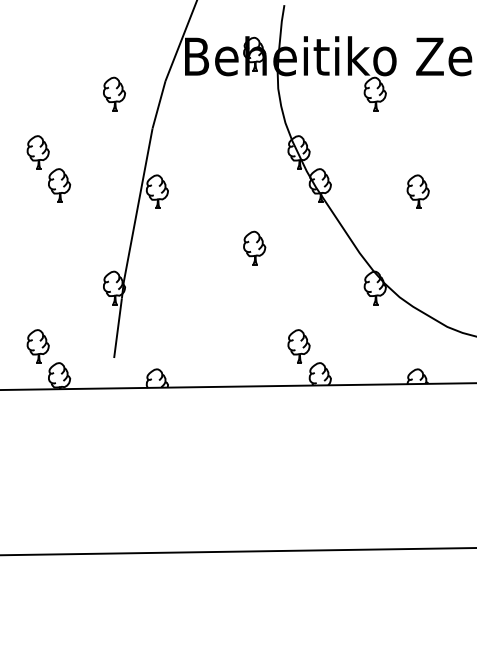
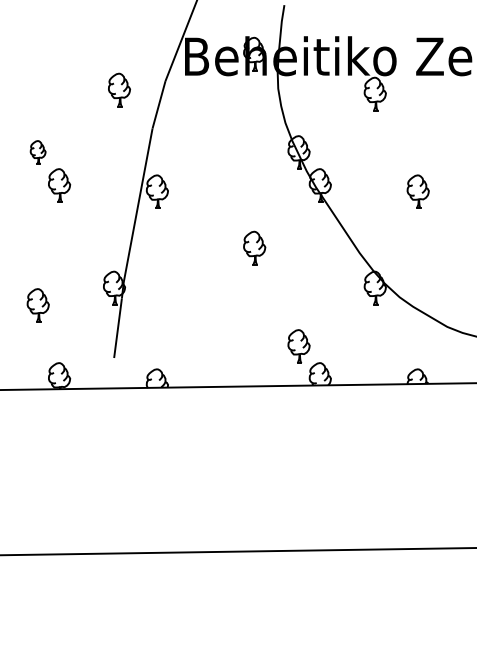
part at (114, 93) position: (114, 93) -> (119, 89)
part at (37, 152) size: 24x35 px -> 18x25 px
part at (37, 346) position: (37, 346) -> (37, 305)
